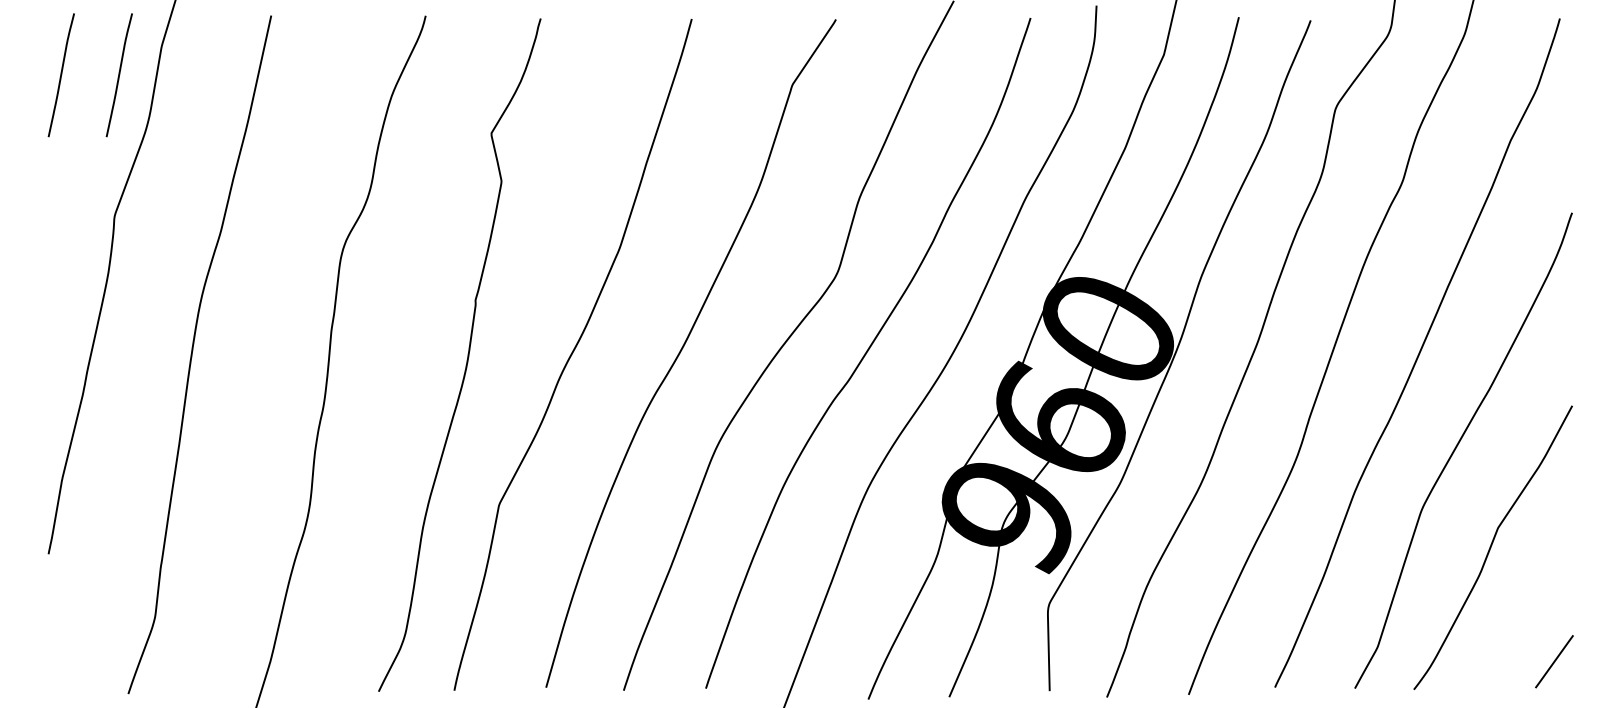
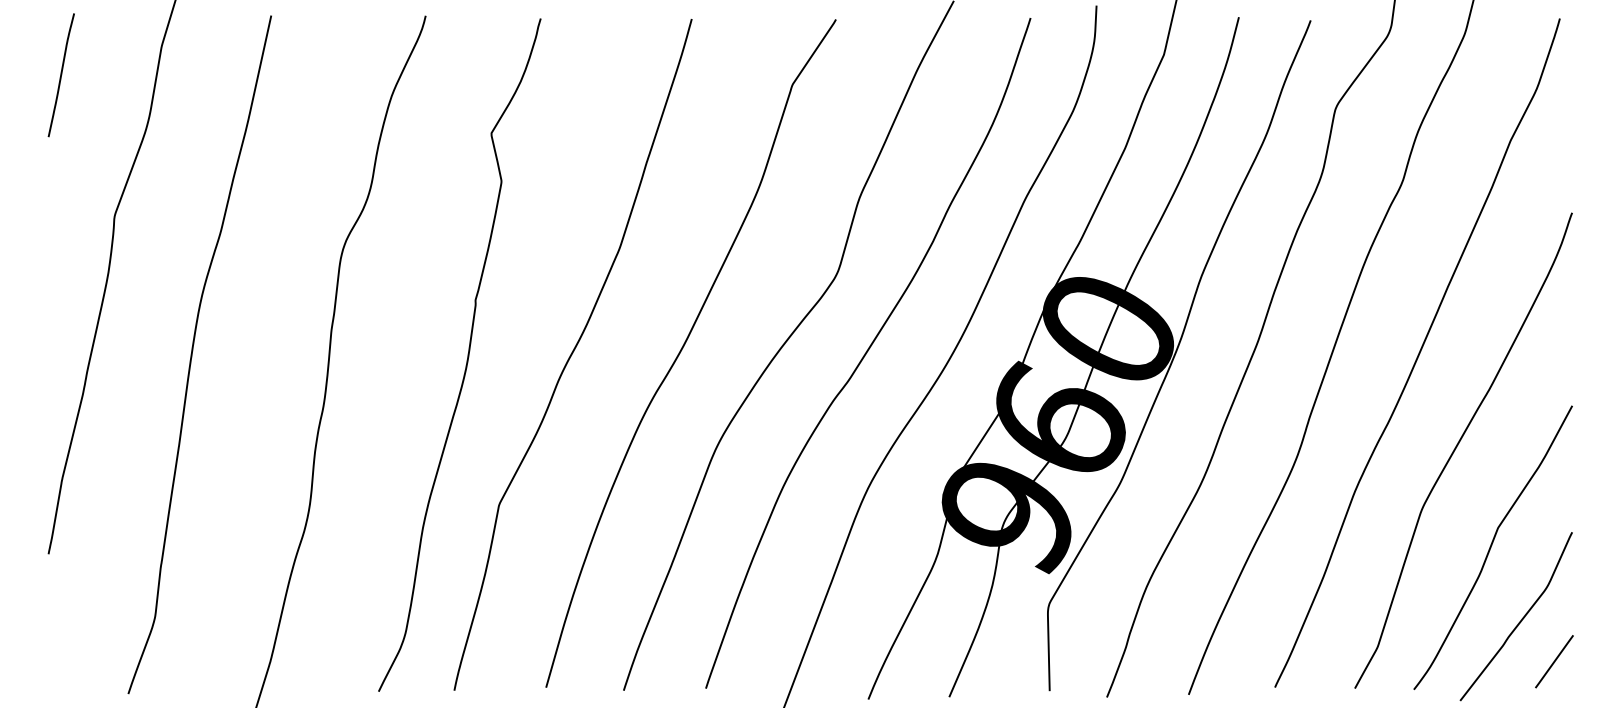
curve at (118, 75): present -> none
curve at (1521, 618): none -> present
